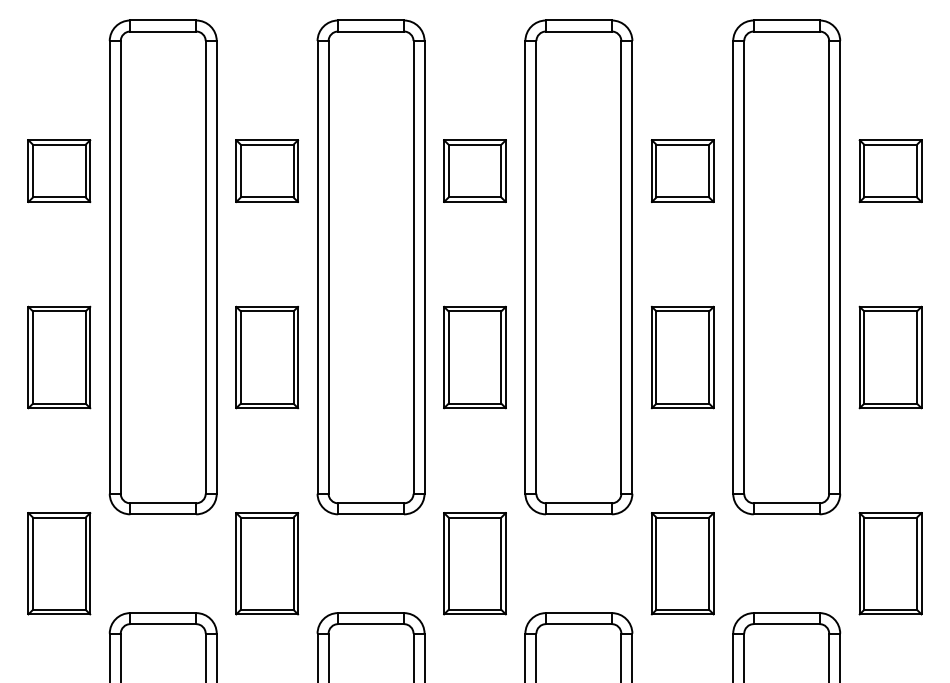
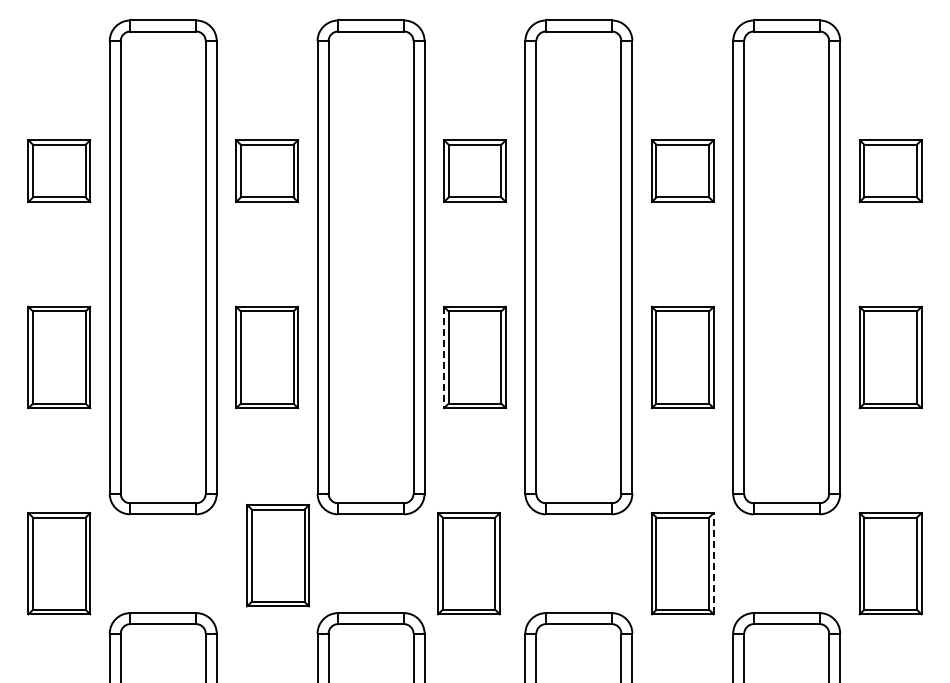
line at (444, 357): solid -> dashed
part at (267, 563) position: (267, 563) -> (278, 555)
part at (474, 563) position: (474, 563) -> (468, 563)
line at (713, 563): solid -> dashed
